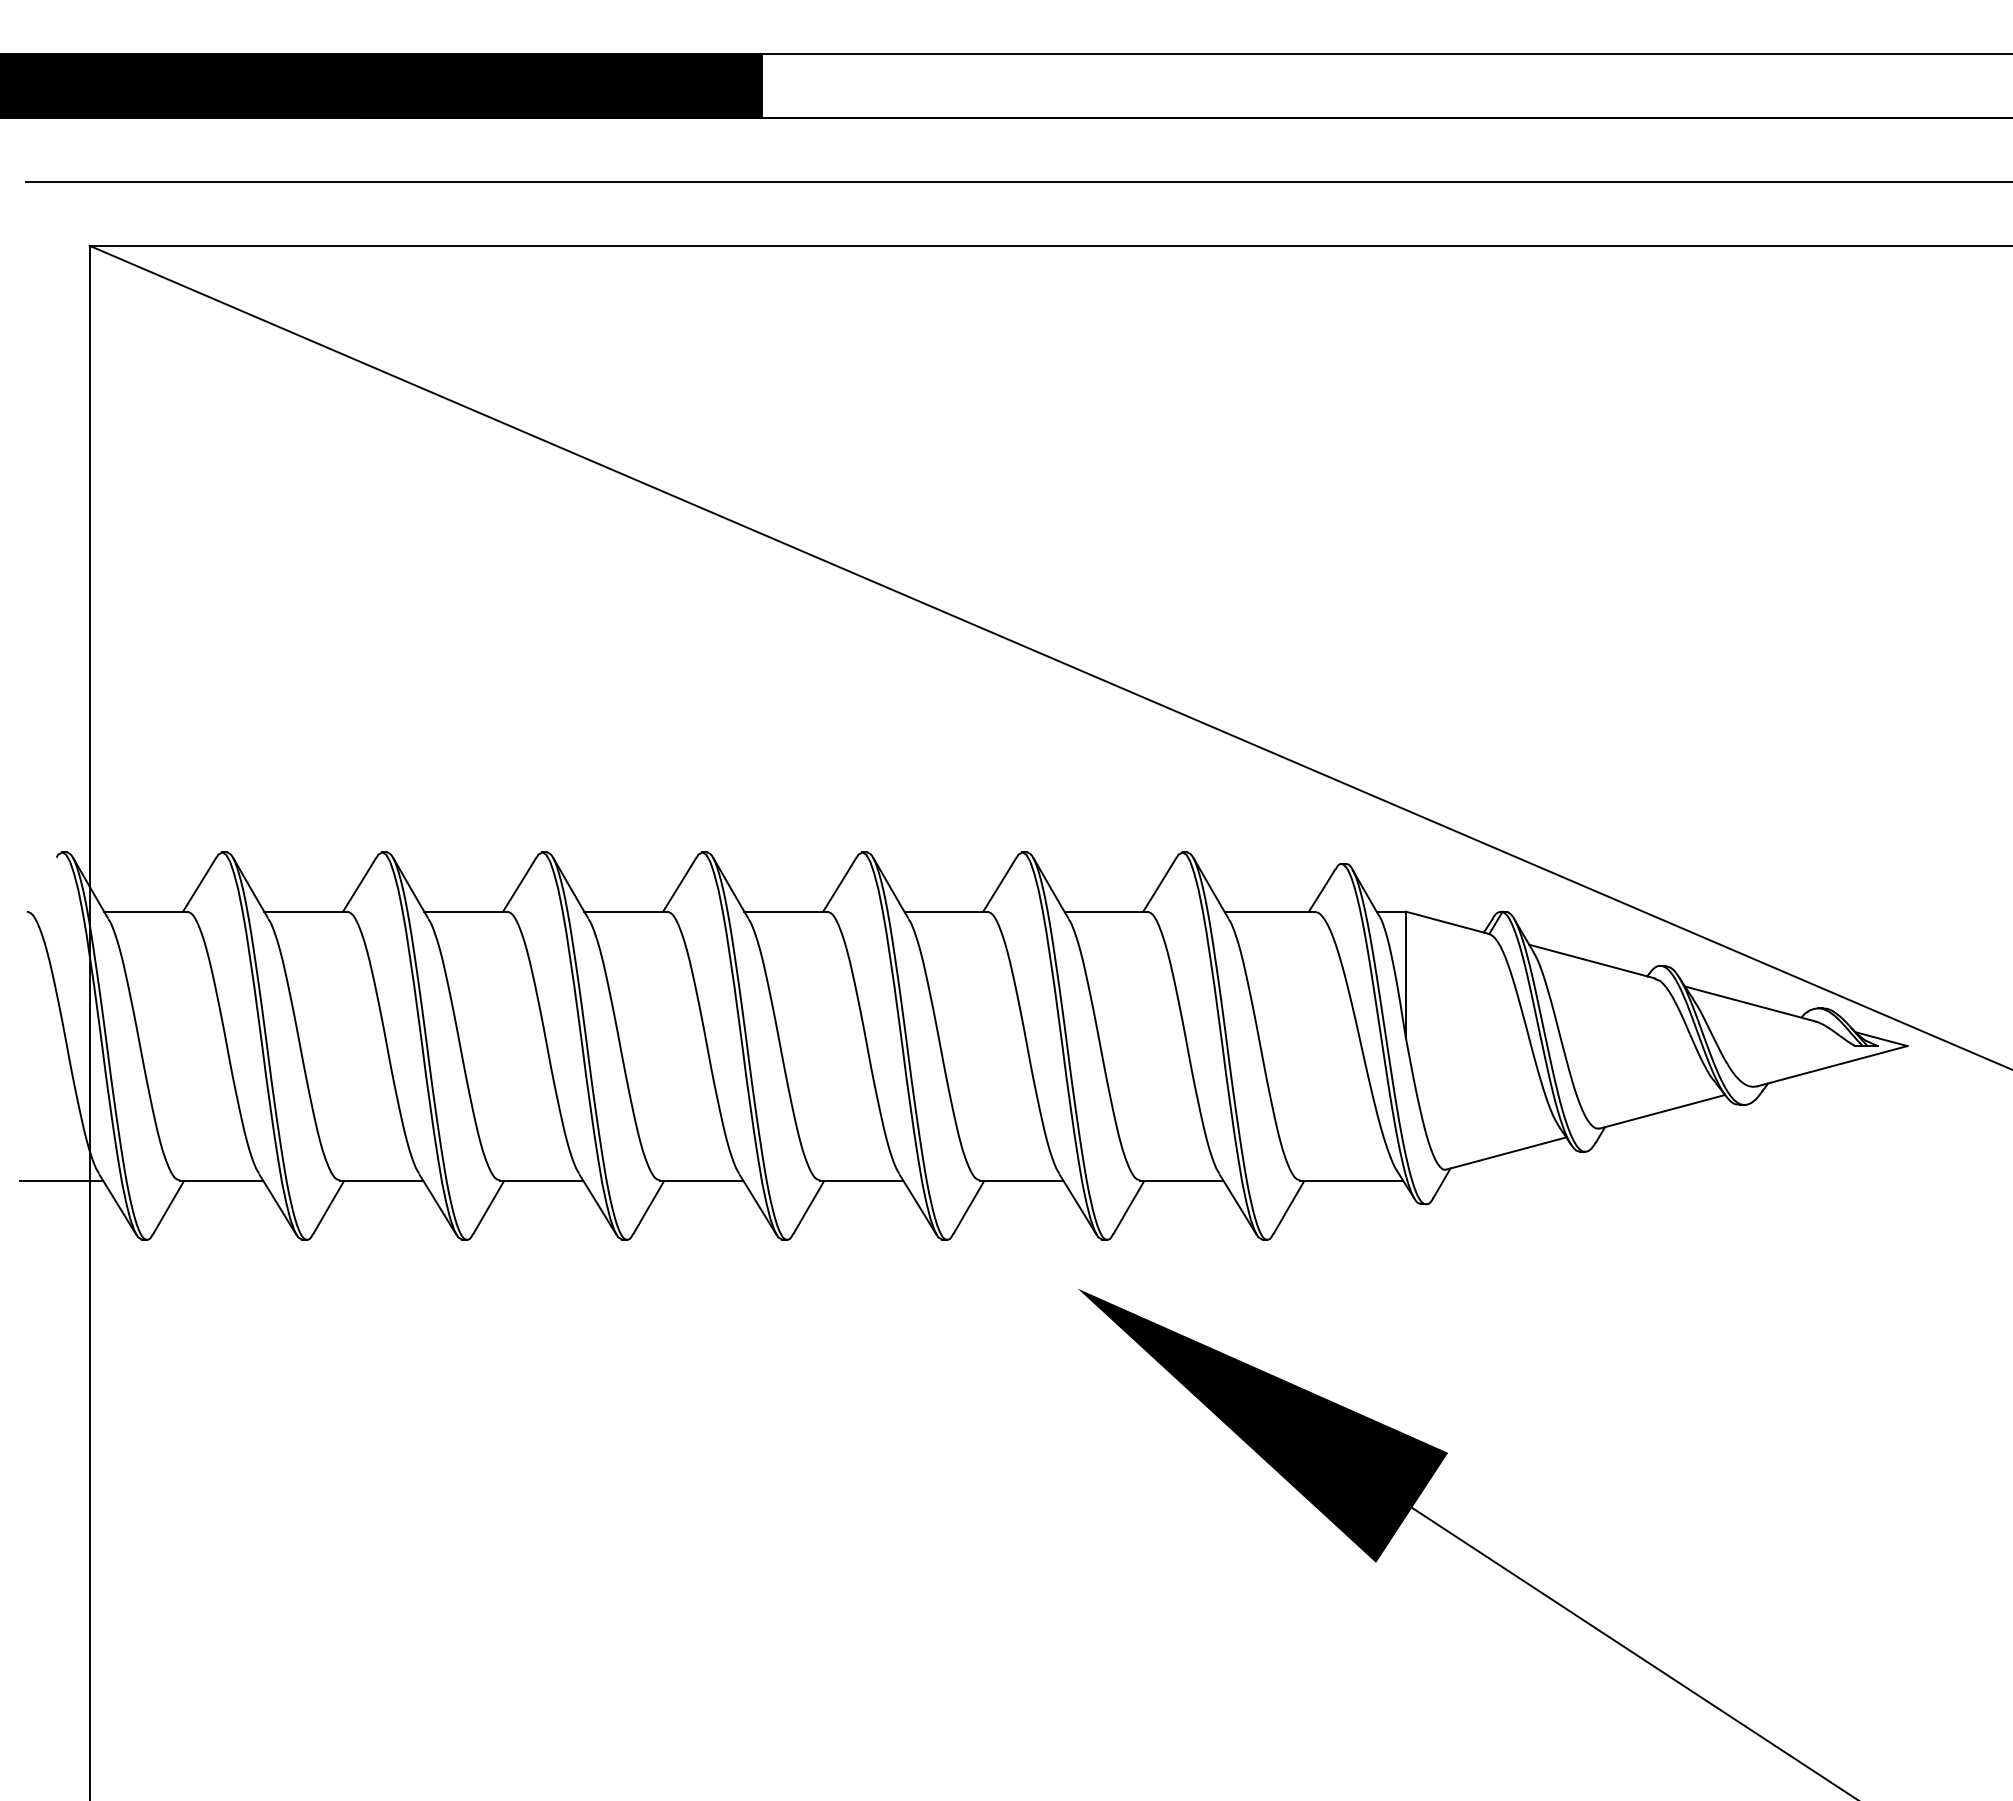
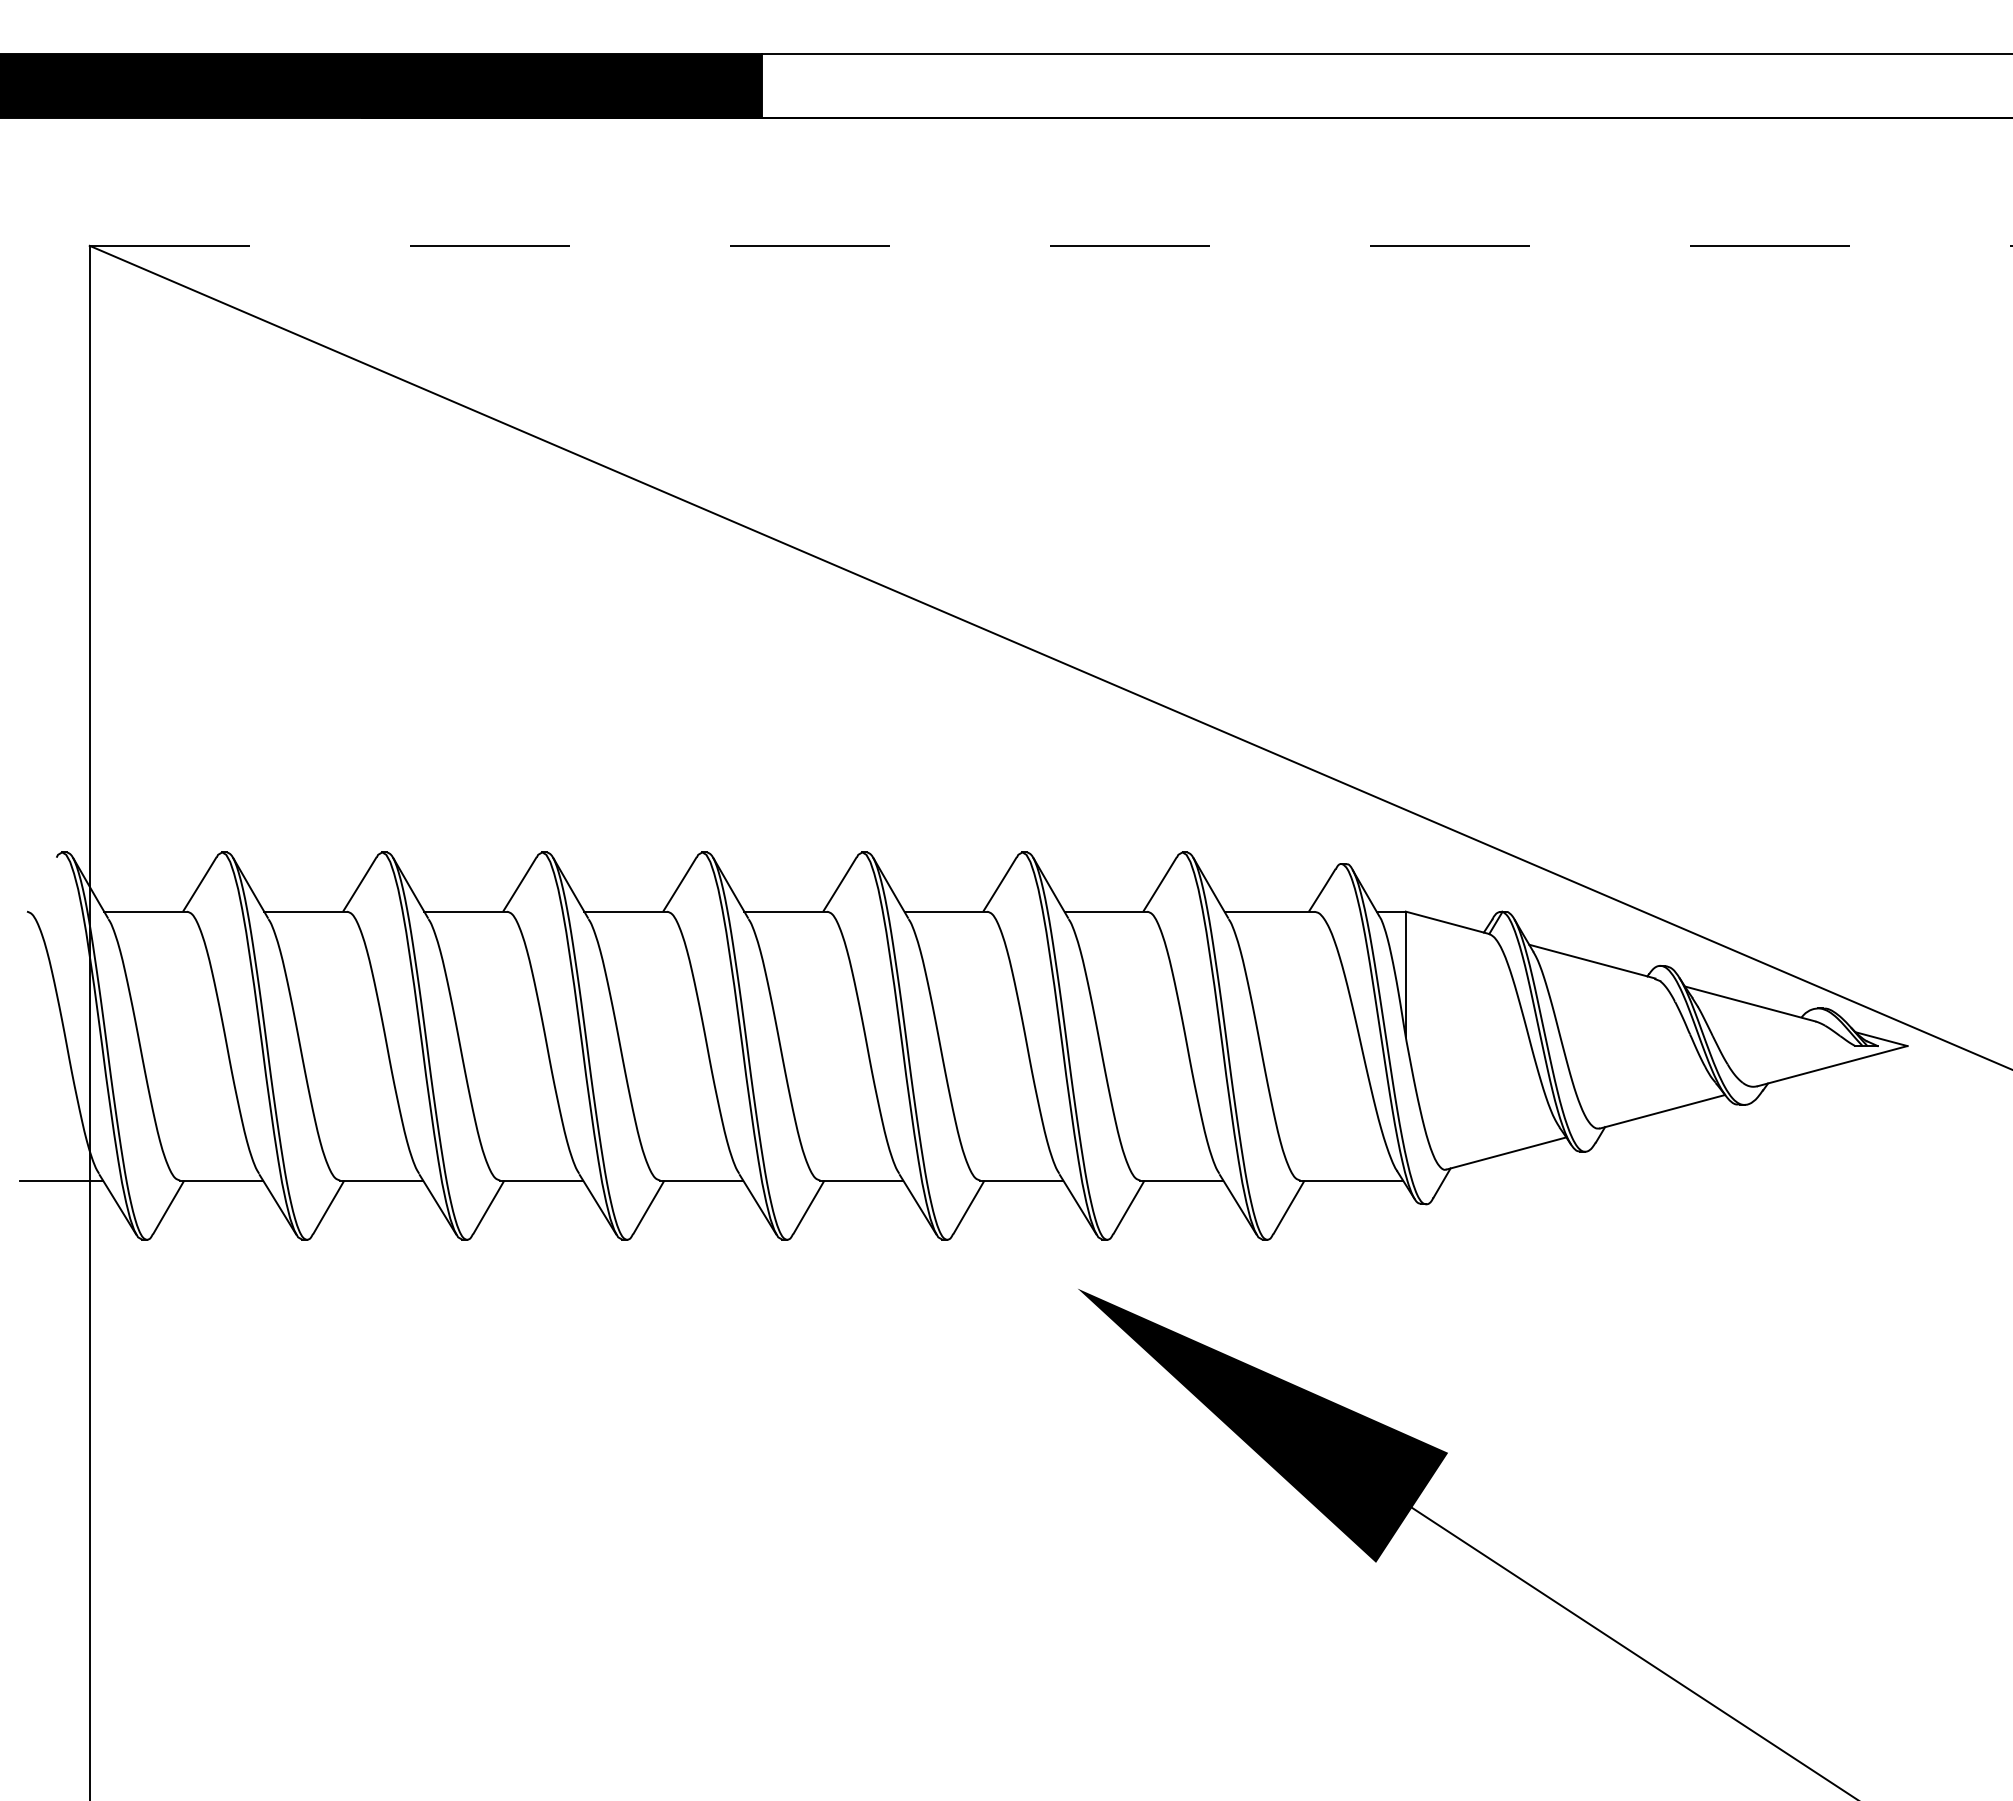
line at (1017, 181): present -> none
line at (1051, 245): solid -> dashed
